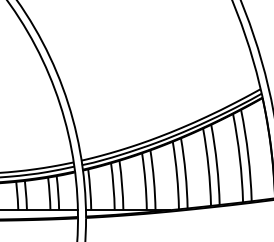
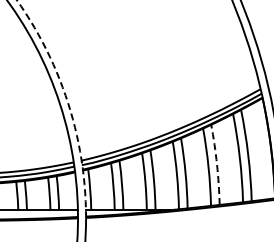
arc at (68, 103): solid -> dashed
arc at (217, 164): solid -> dashed
